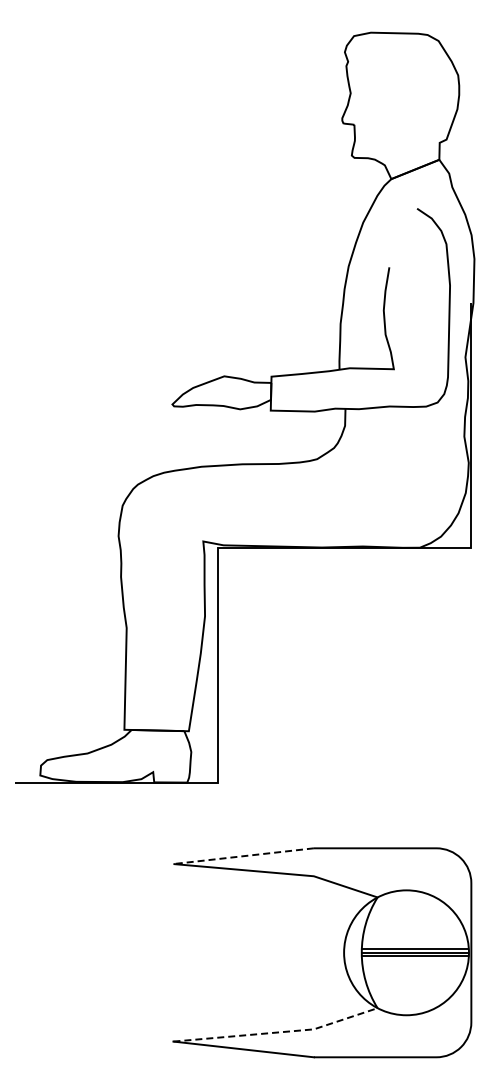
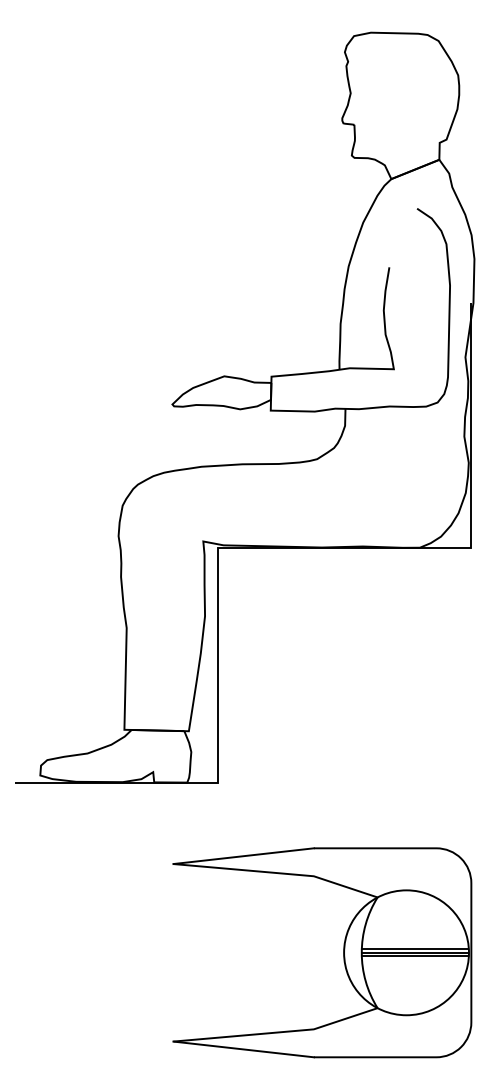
line at (243, 856): dashed -> solid
line at (278, 1032): dashed -> solid
